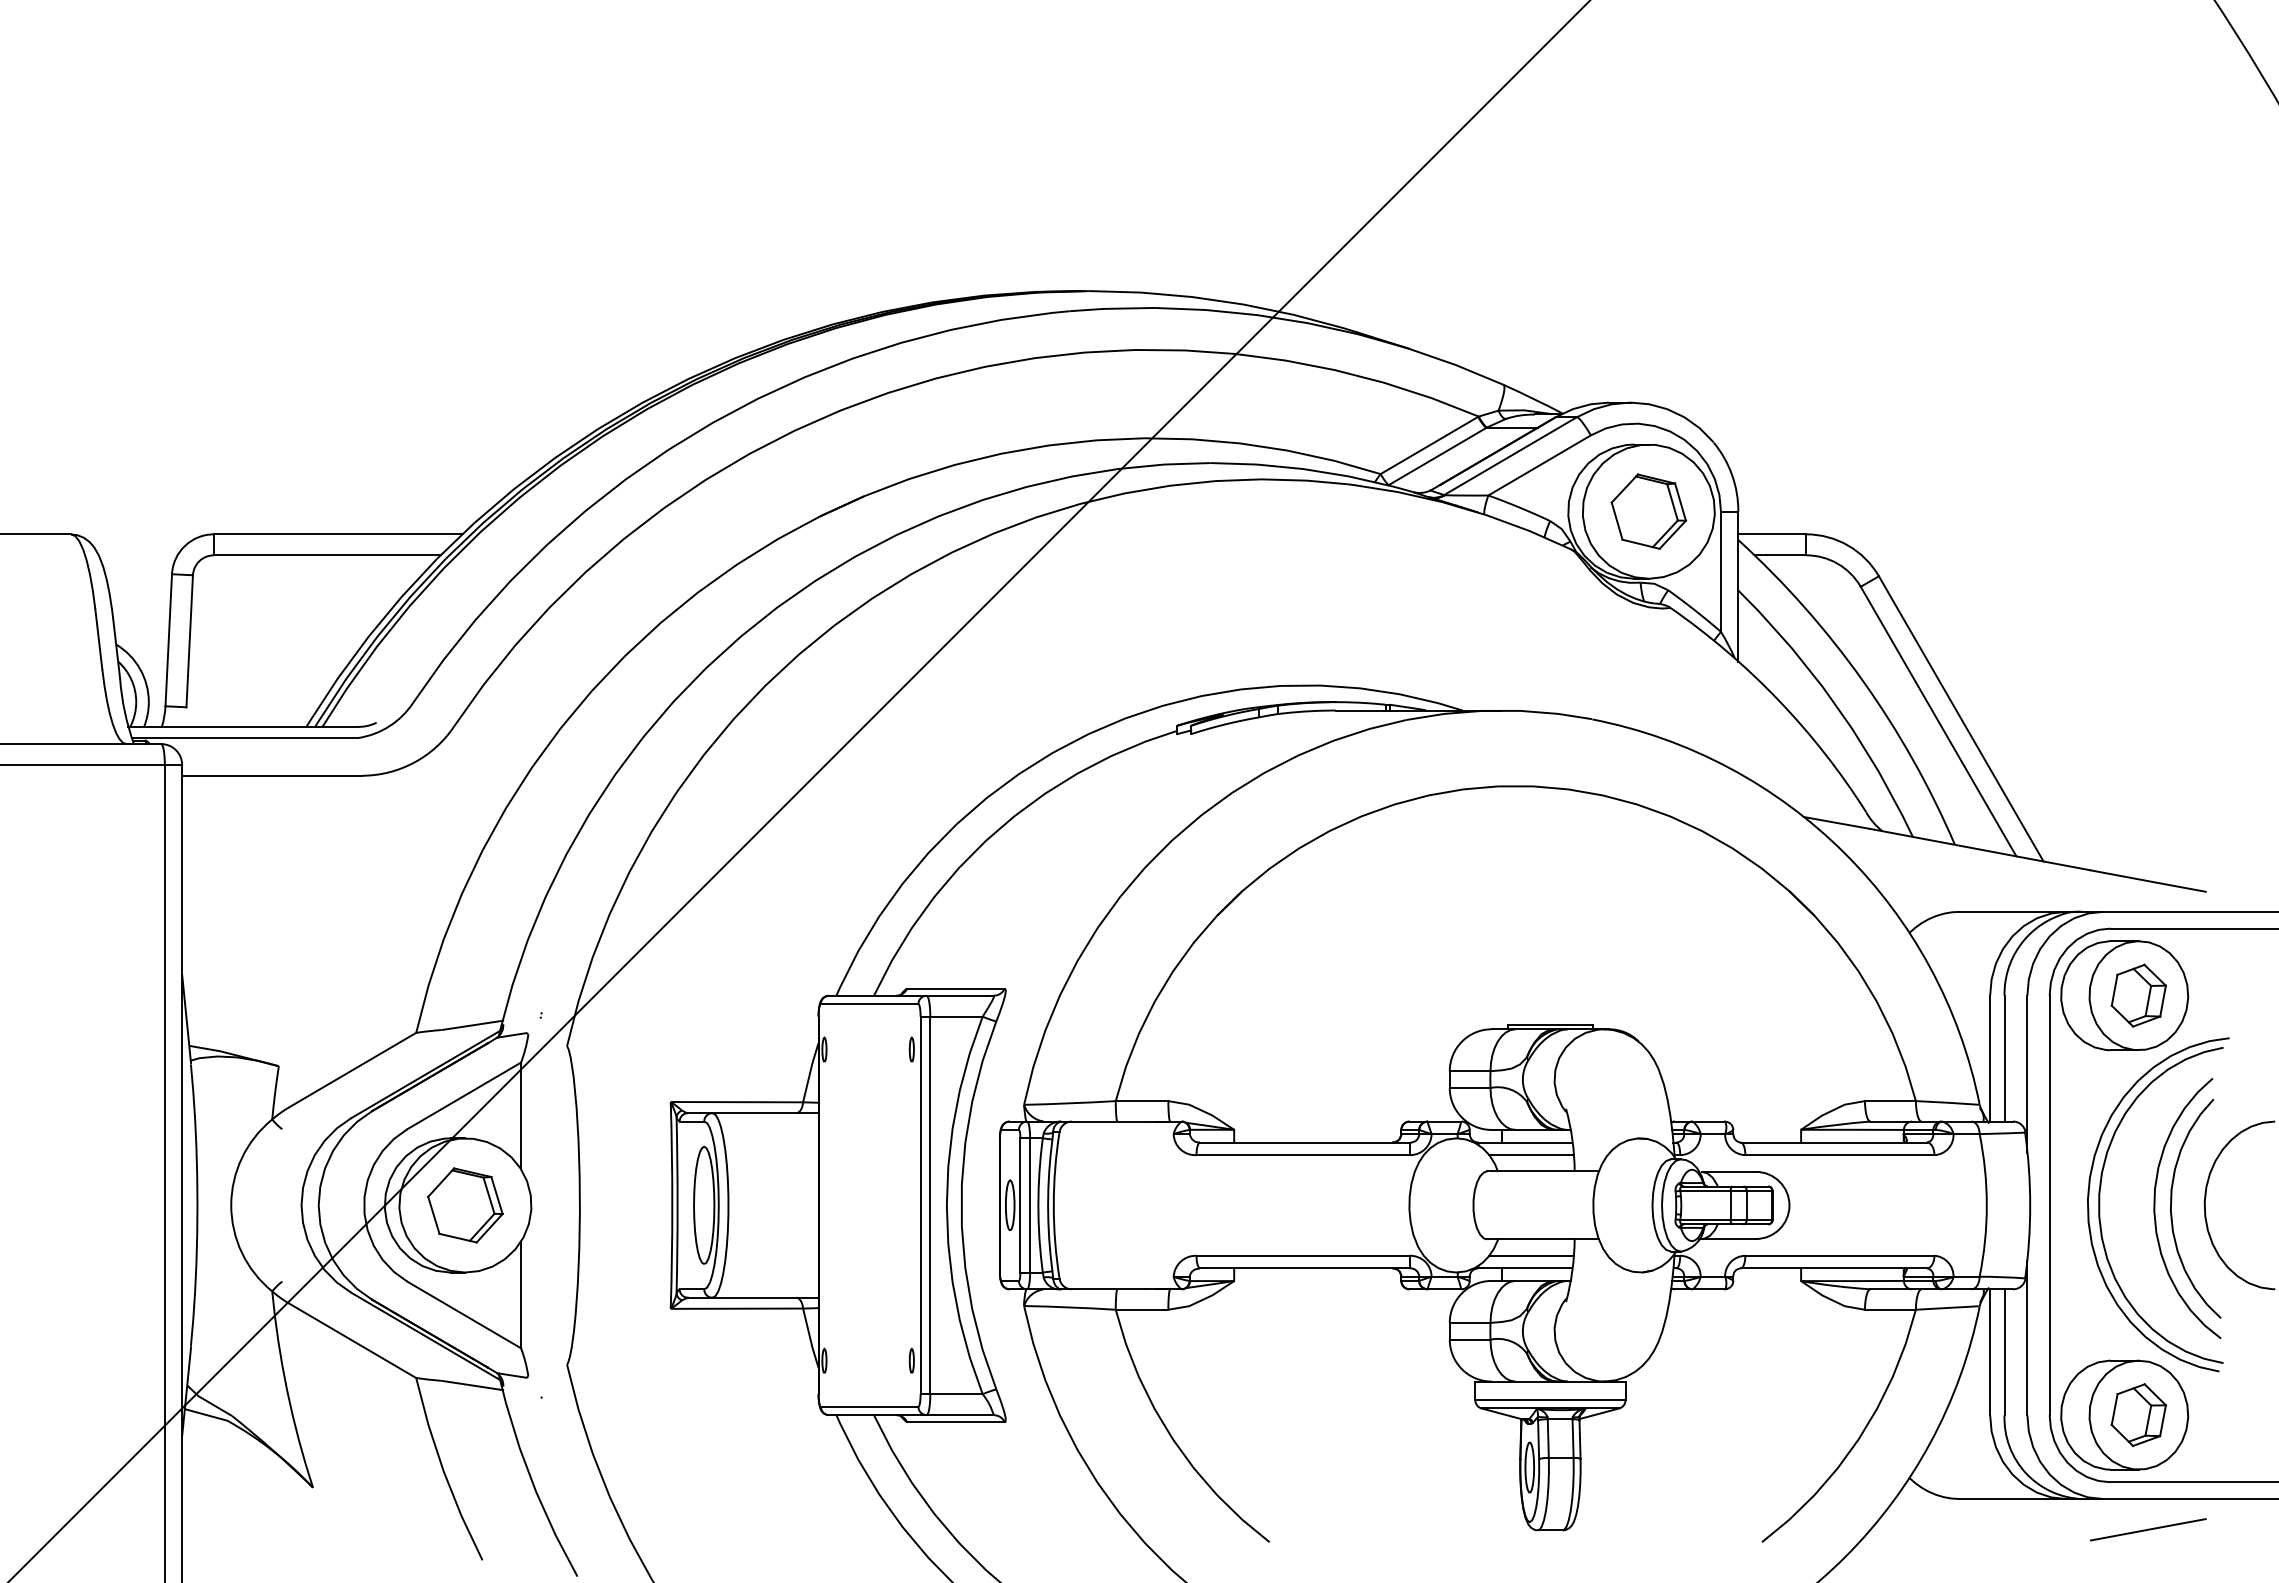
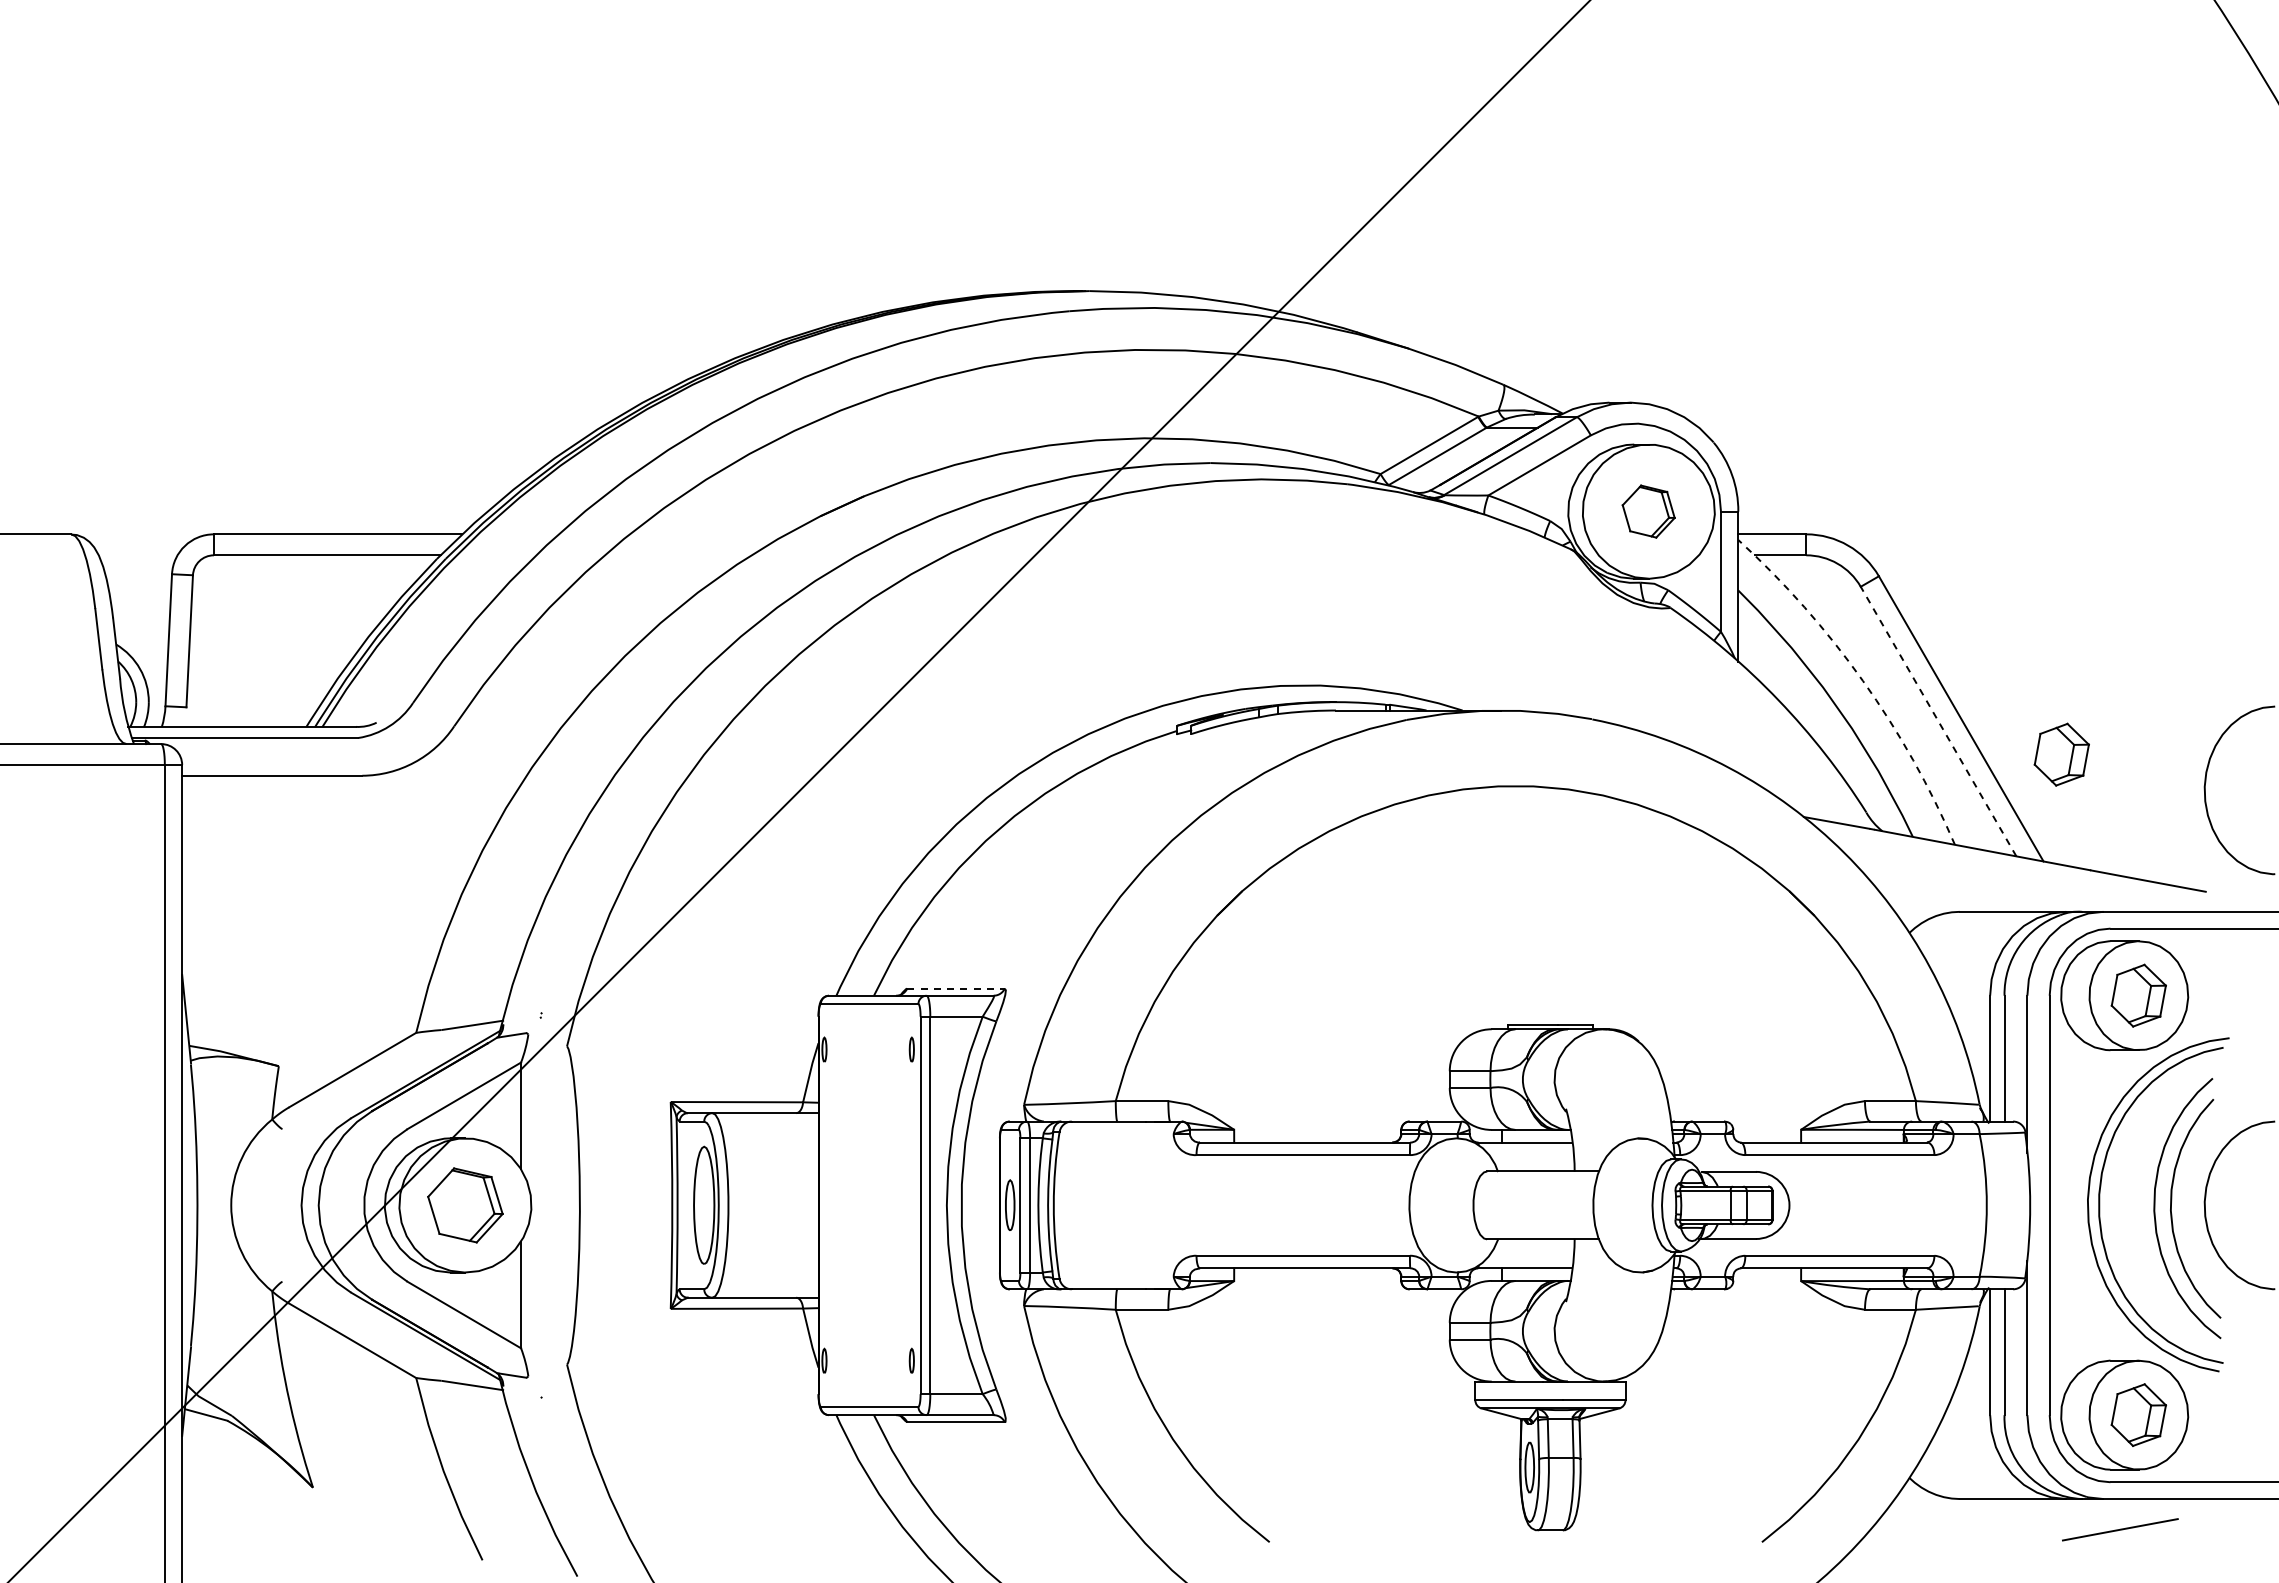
part at (1648, 511) size: 77x77 px -> 55x55 px
arc at (1862, 680): solid -> dashed
line at (1938, 721): solid -> dashed
part at (2061, 754): none -> present
curve at (2206, 782): none -> present
line at (956, 988): solid -> dashed
line at (1531, 1155): present -> none
line at (1531, 1255): present -> none
line at (2148, 1529) position: (2148, 1529) -> (2120, 1529)
